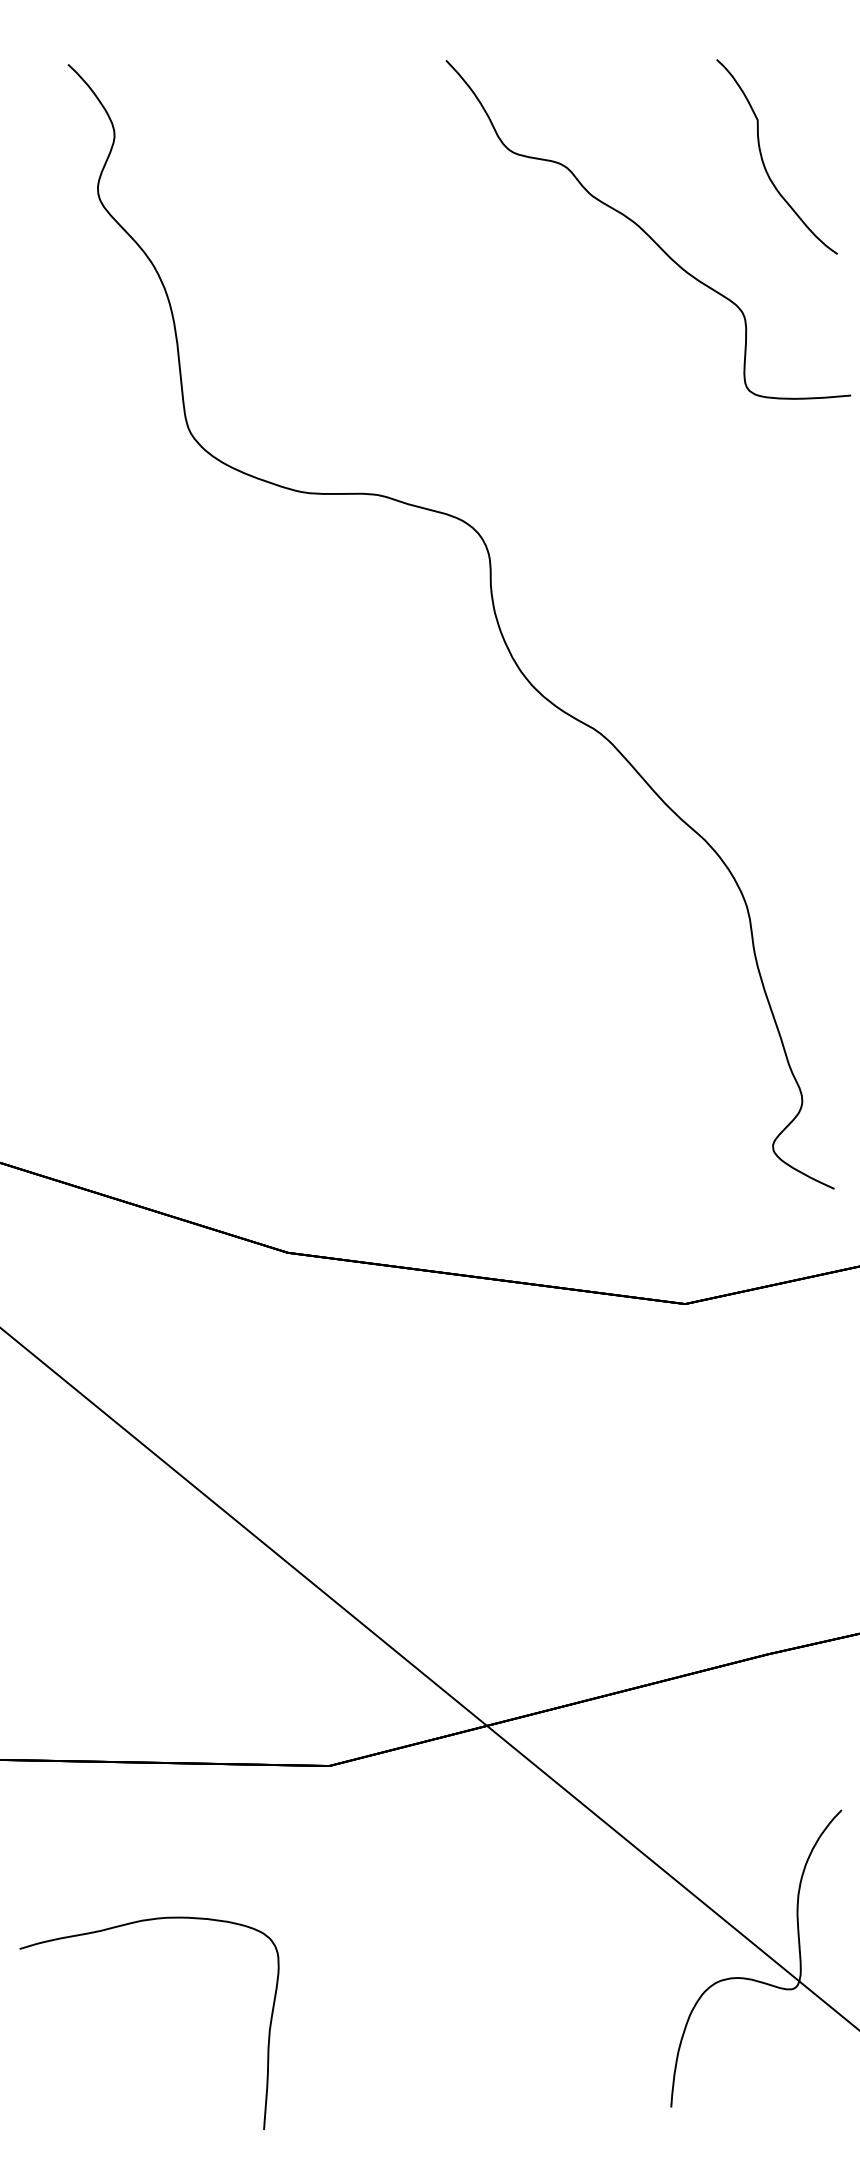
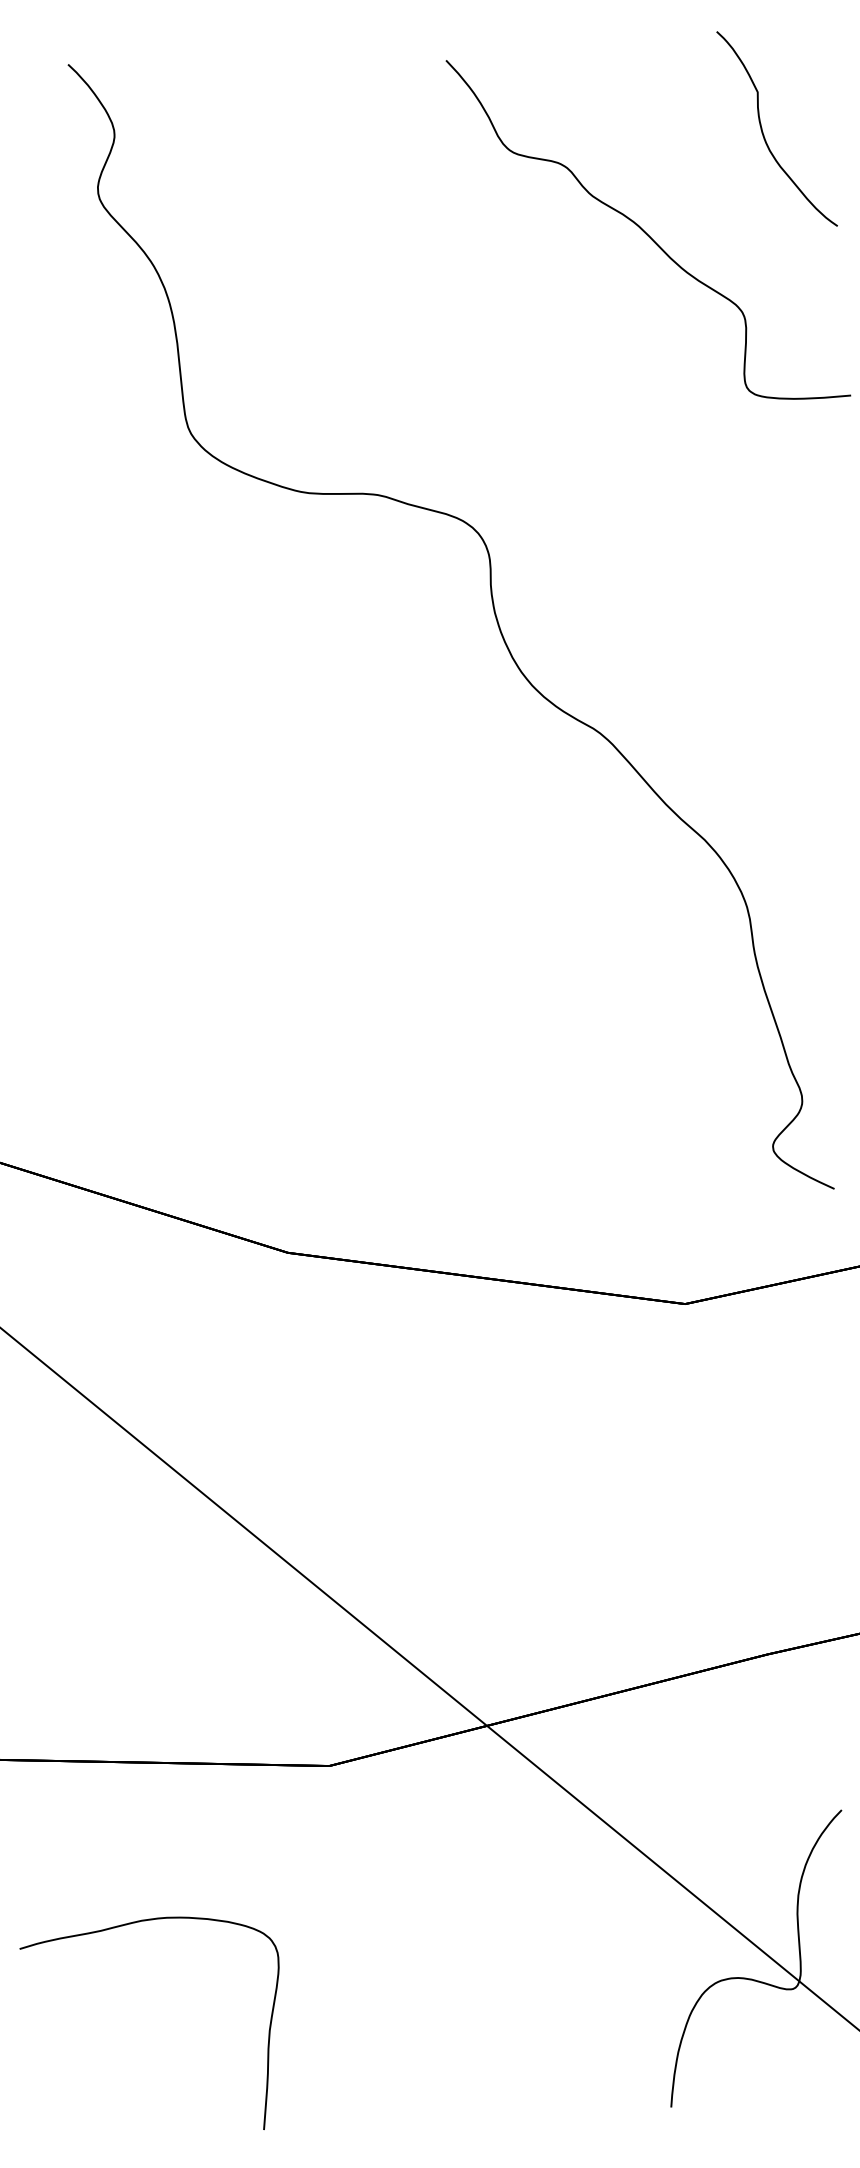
curve at (763, 159) position: (763, 159) -> (763, 131)
